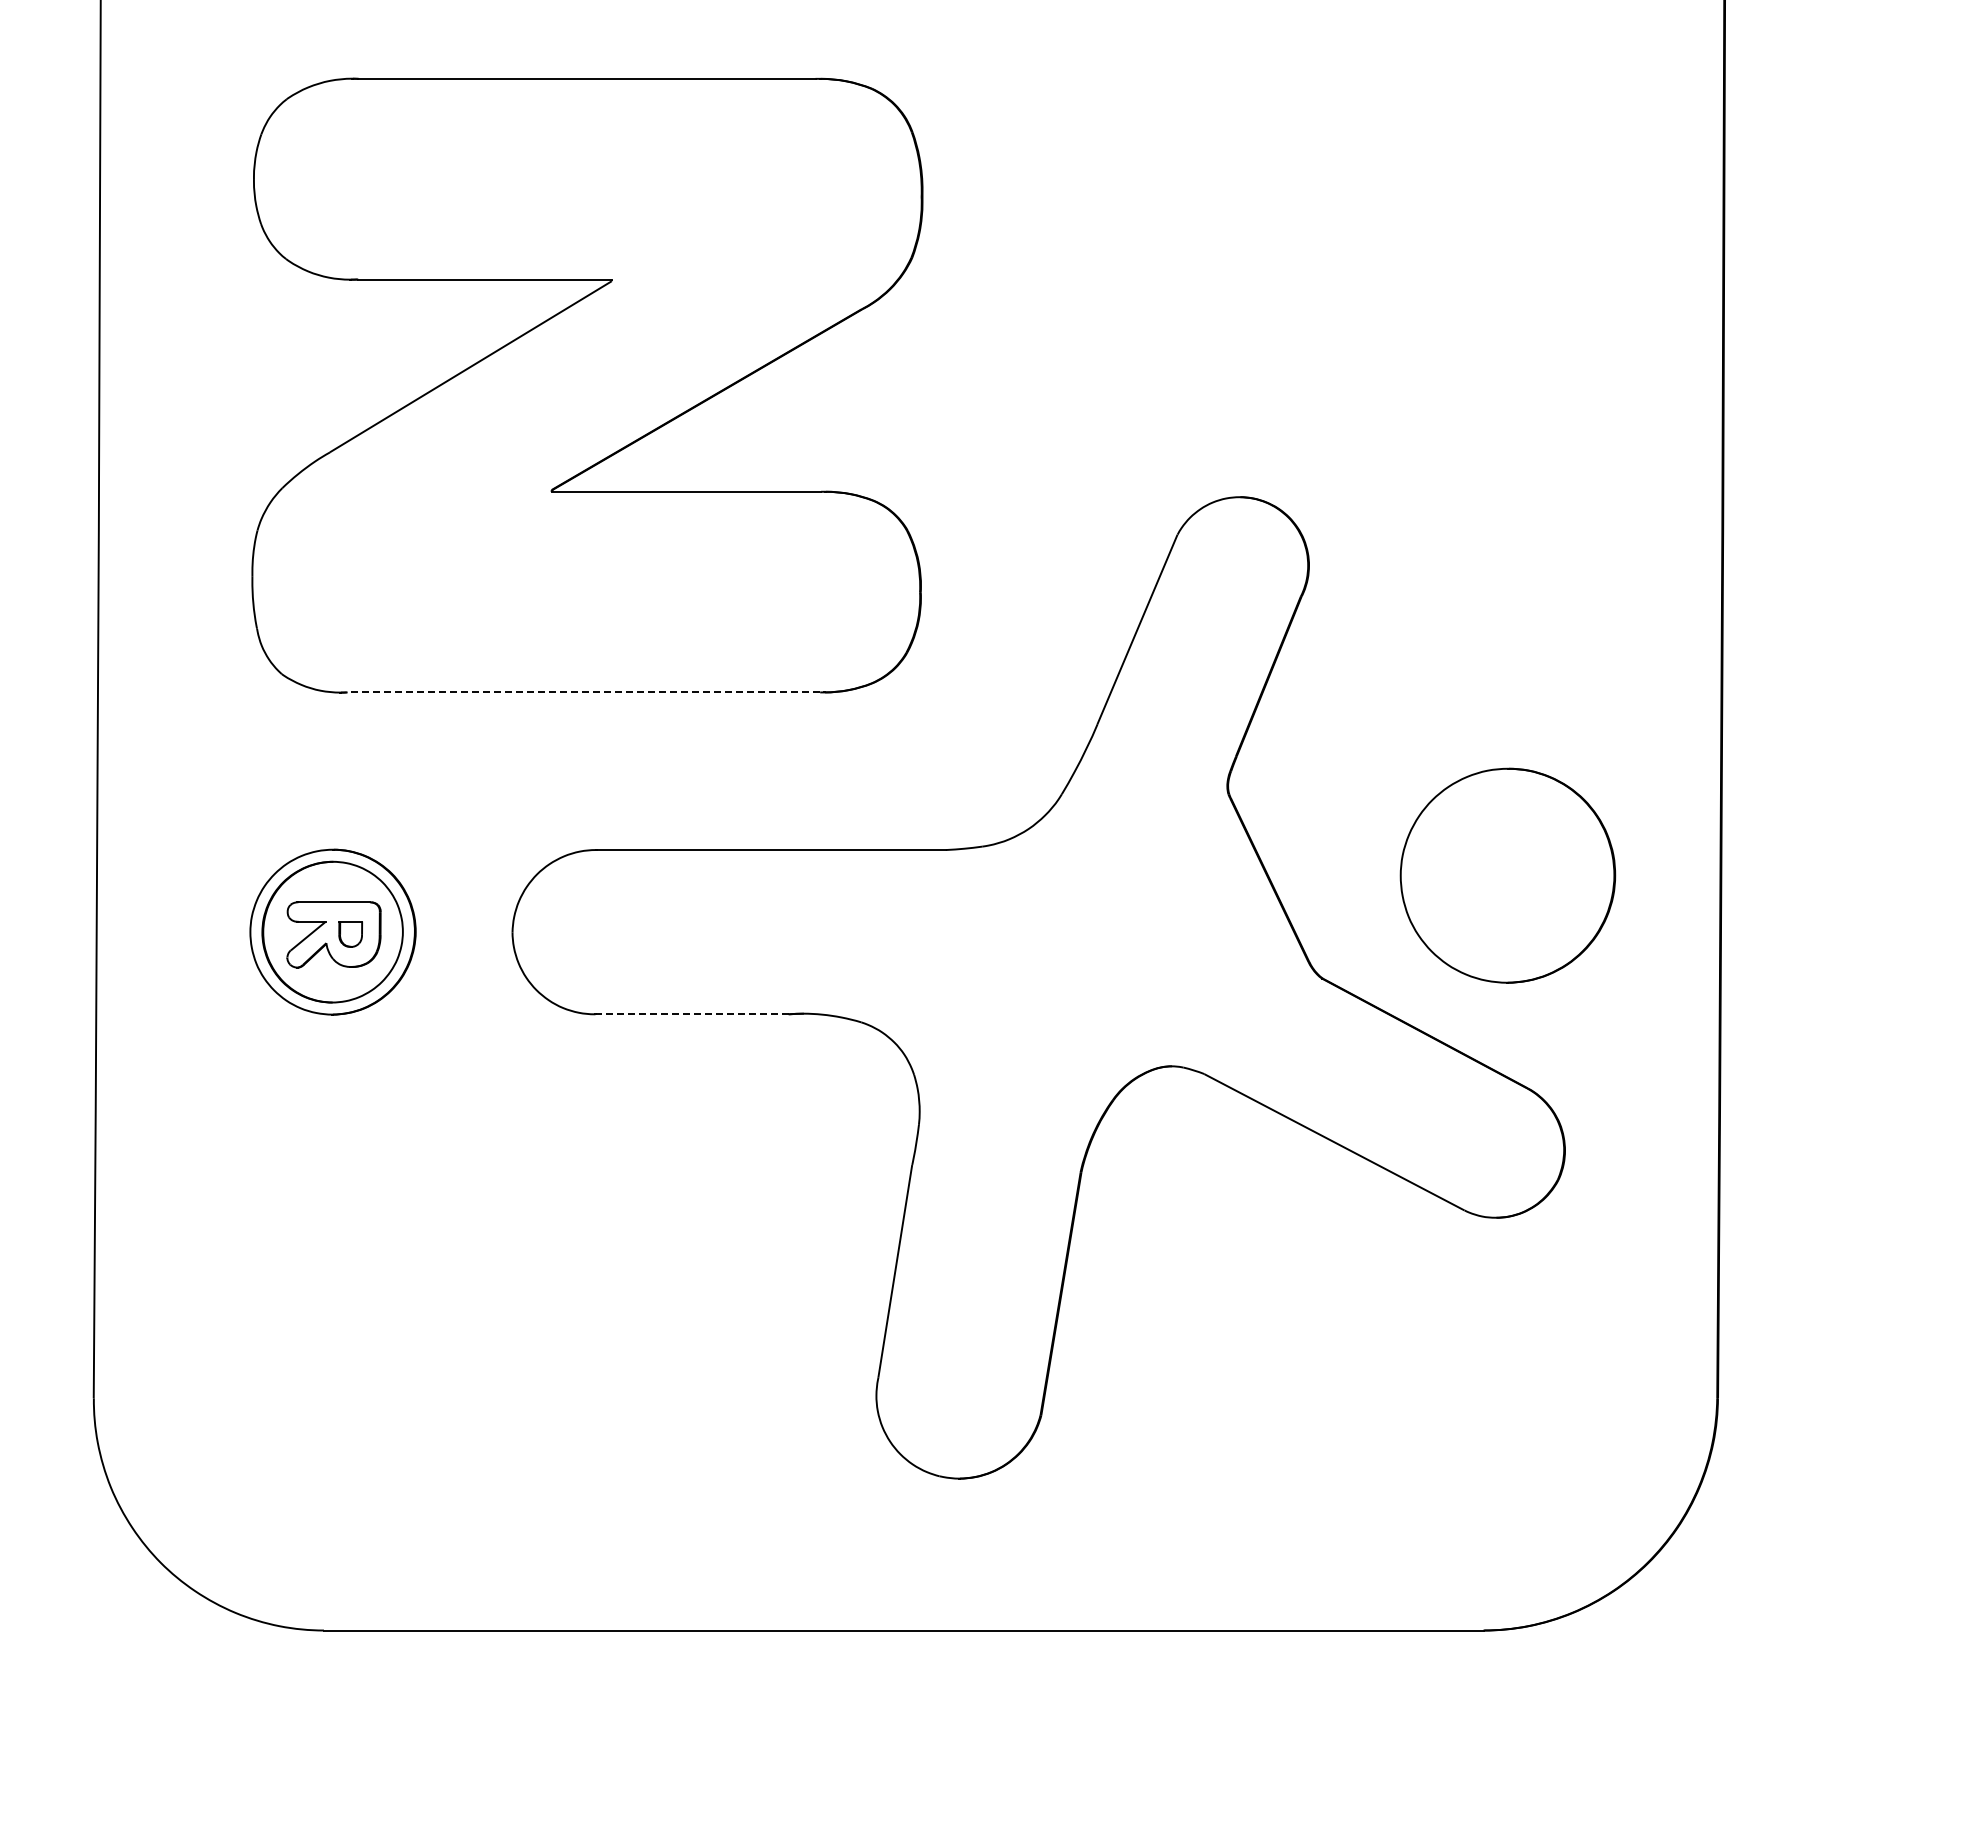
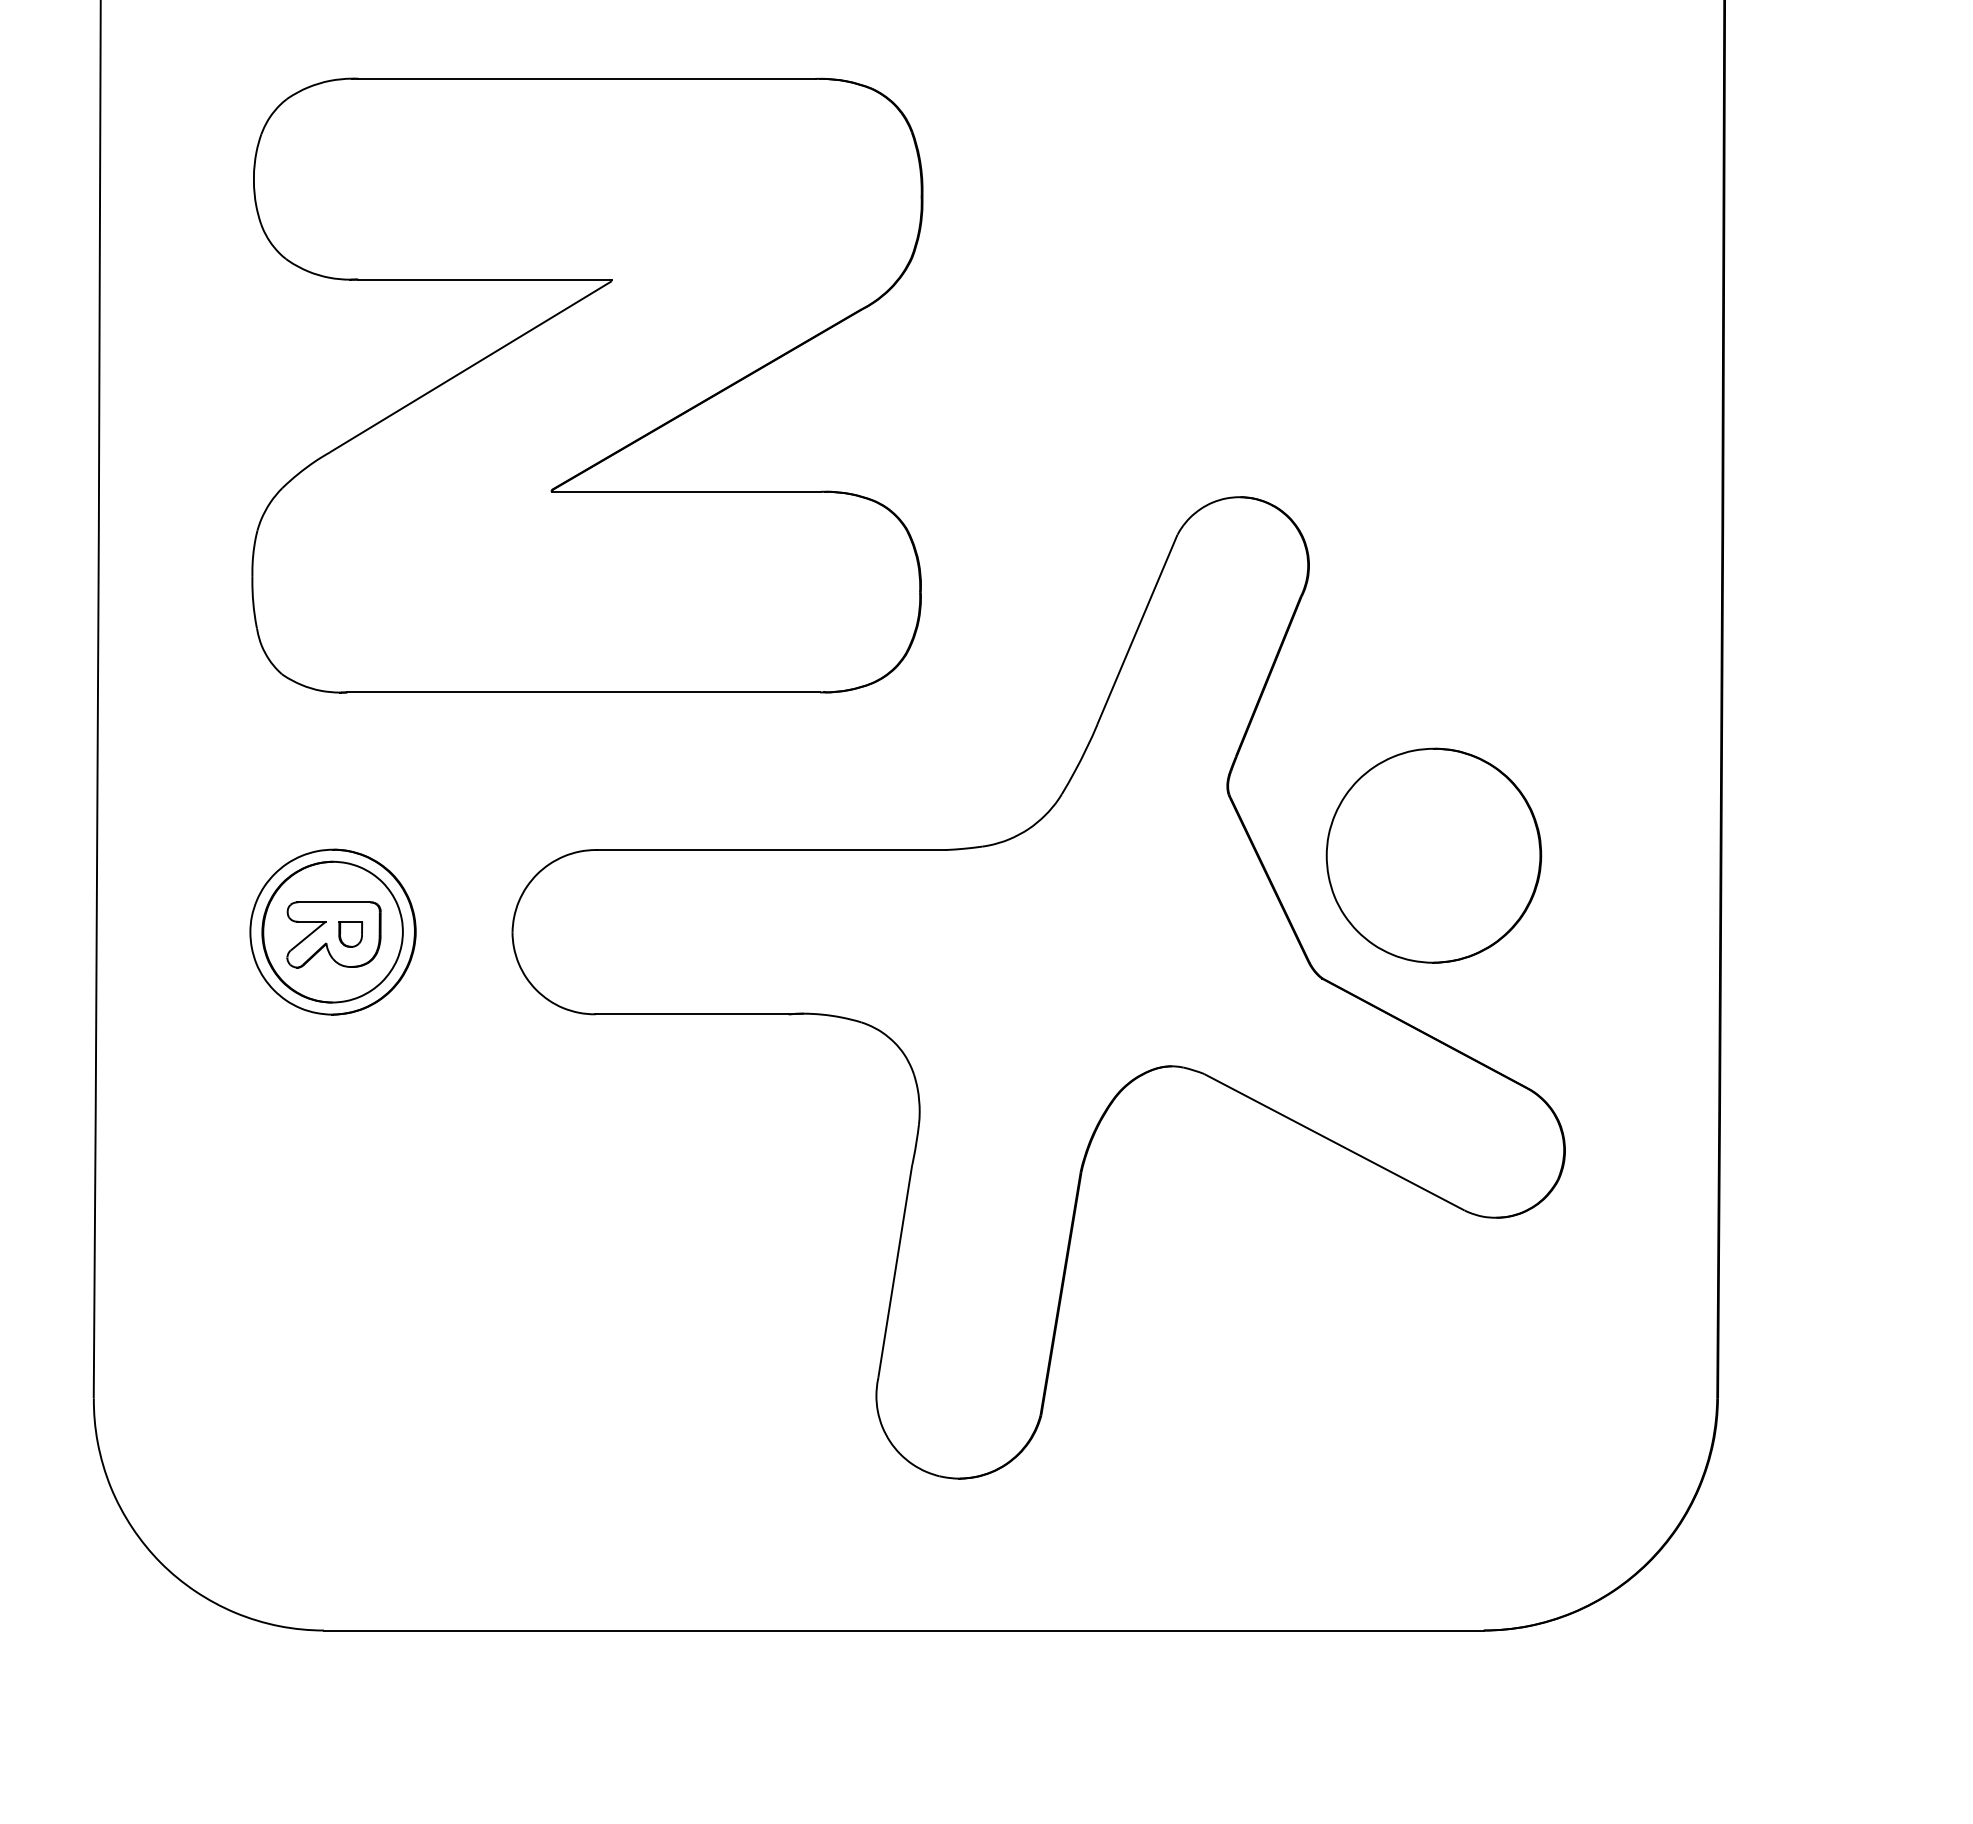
line at (583, 692): dashed -> solid
part at (1507, 875) position: (1507, 875) -> (1433, 855)
line at (692, 1014): dashed -> solid
